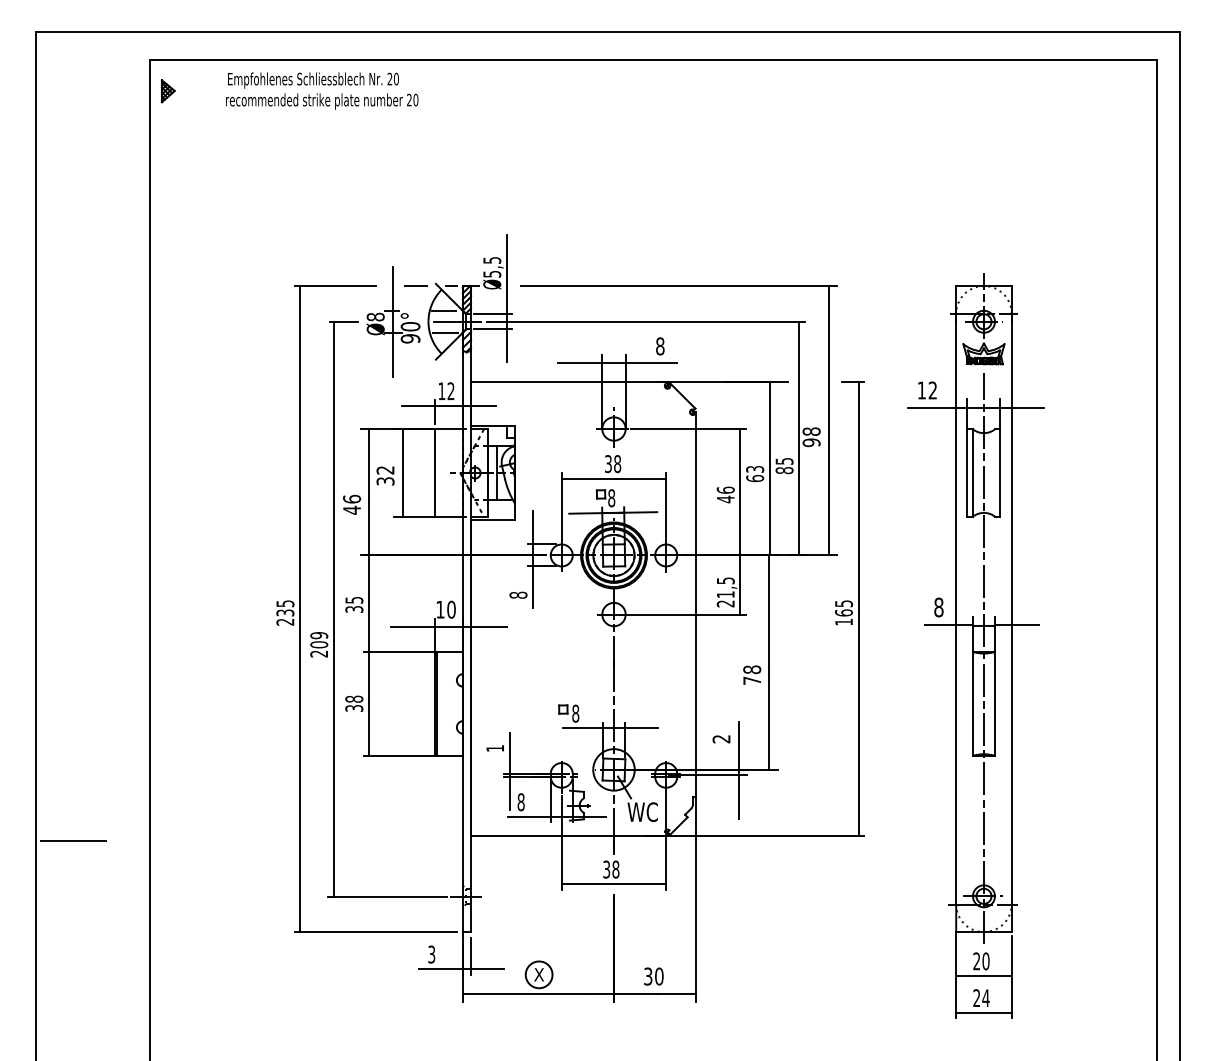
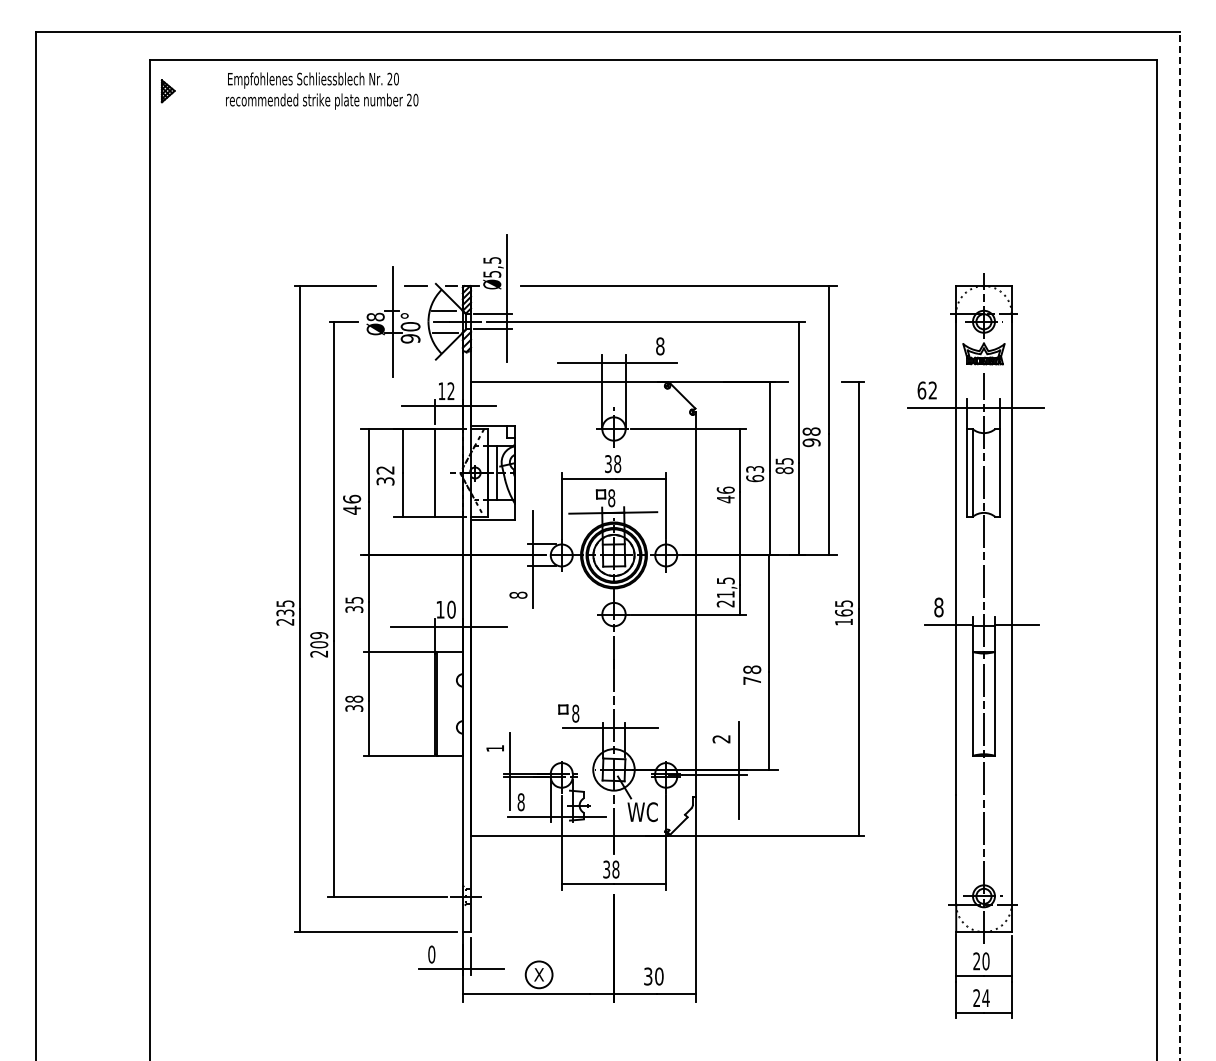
text at (921, 390): 12 -> 62
line at (1179, 545): solid -> dashed
line at (73, 840): present -> none
text at (431, 954): 3 -> 0
